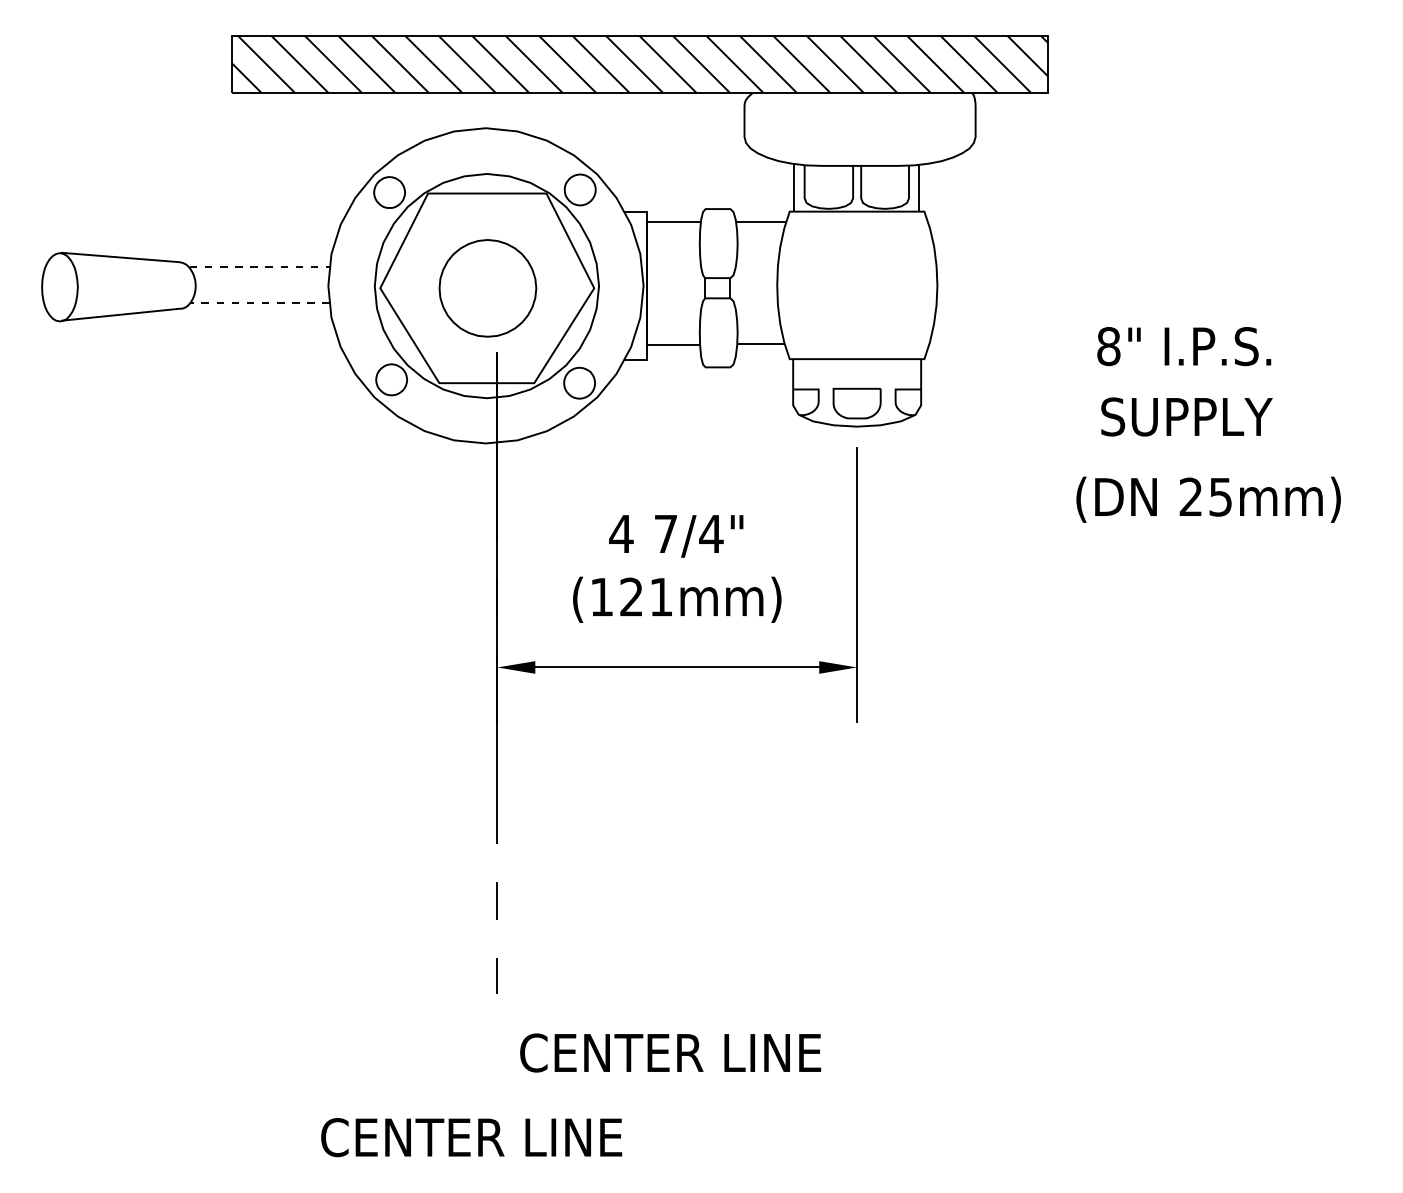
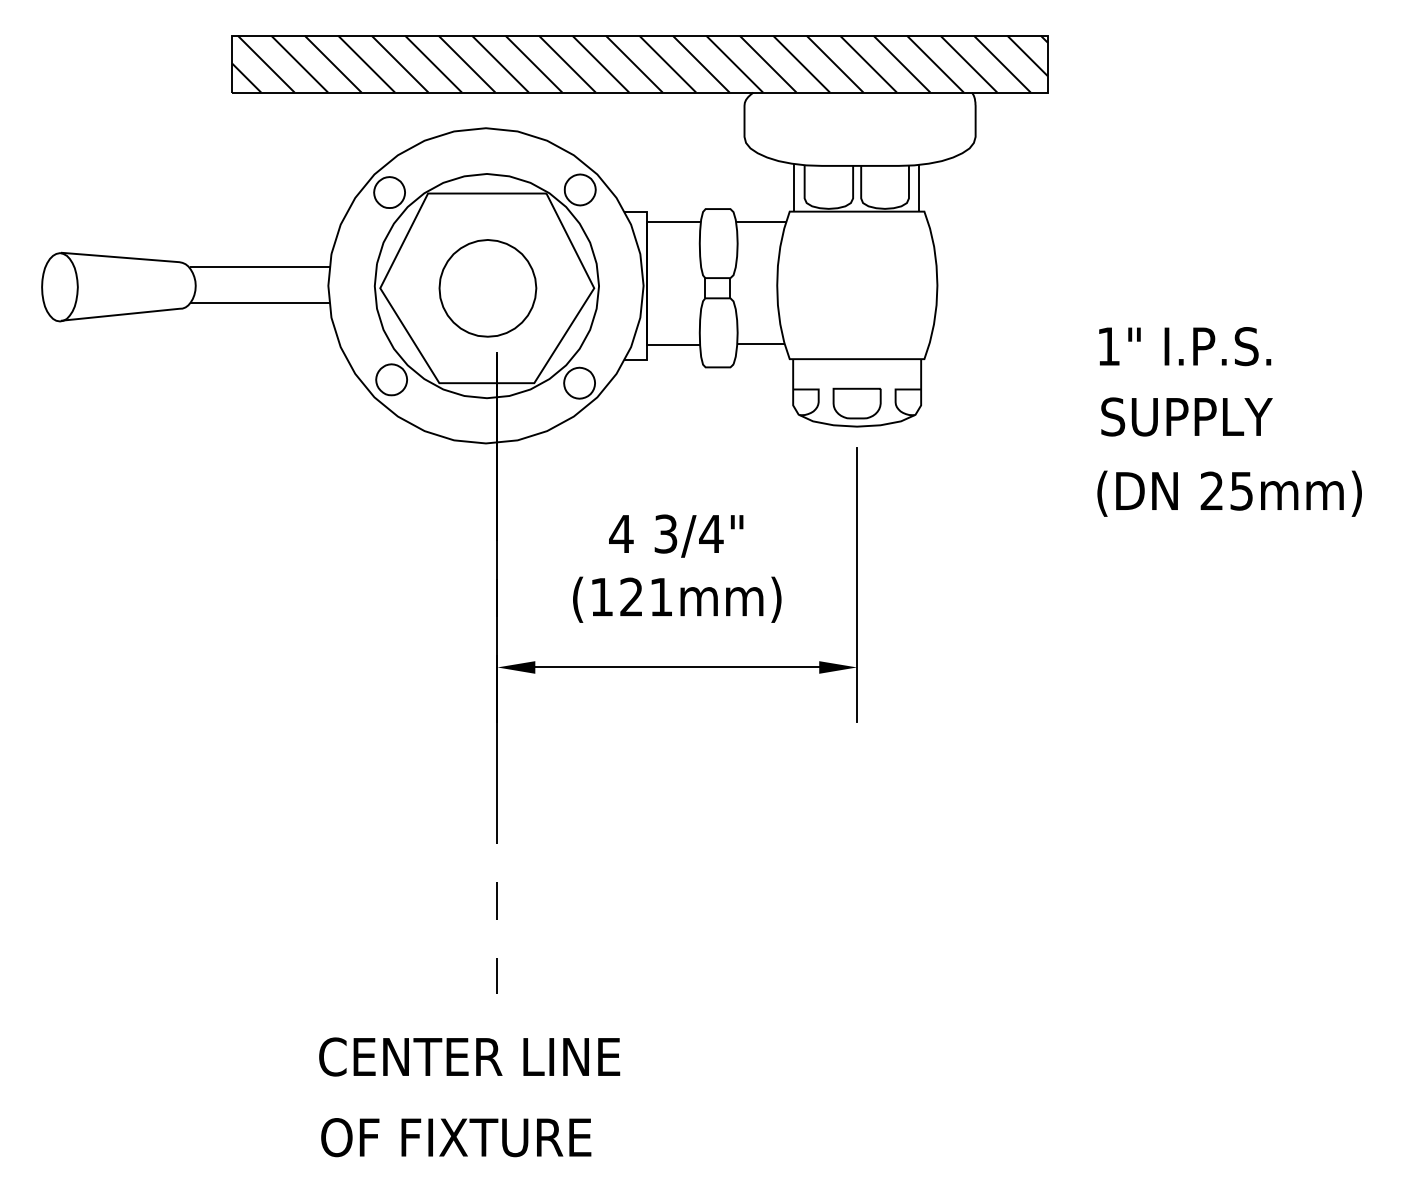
line at (260, 266): dashed -> solid
line at (259, 303): dashed -> solid
text at (1108, 346): 8" -> 1"
text at (1208, 499) position: (1208, 499) -> (1229, 493)
text at (665, 533): 7/4" -> 3/4"
text at (670, 1052) position: (670, 1052) -> (469, 1056)
text at (474, 1137): CENTER LINE -> OF FIXTURE
